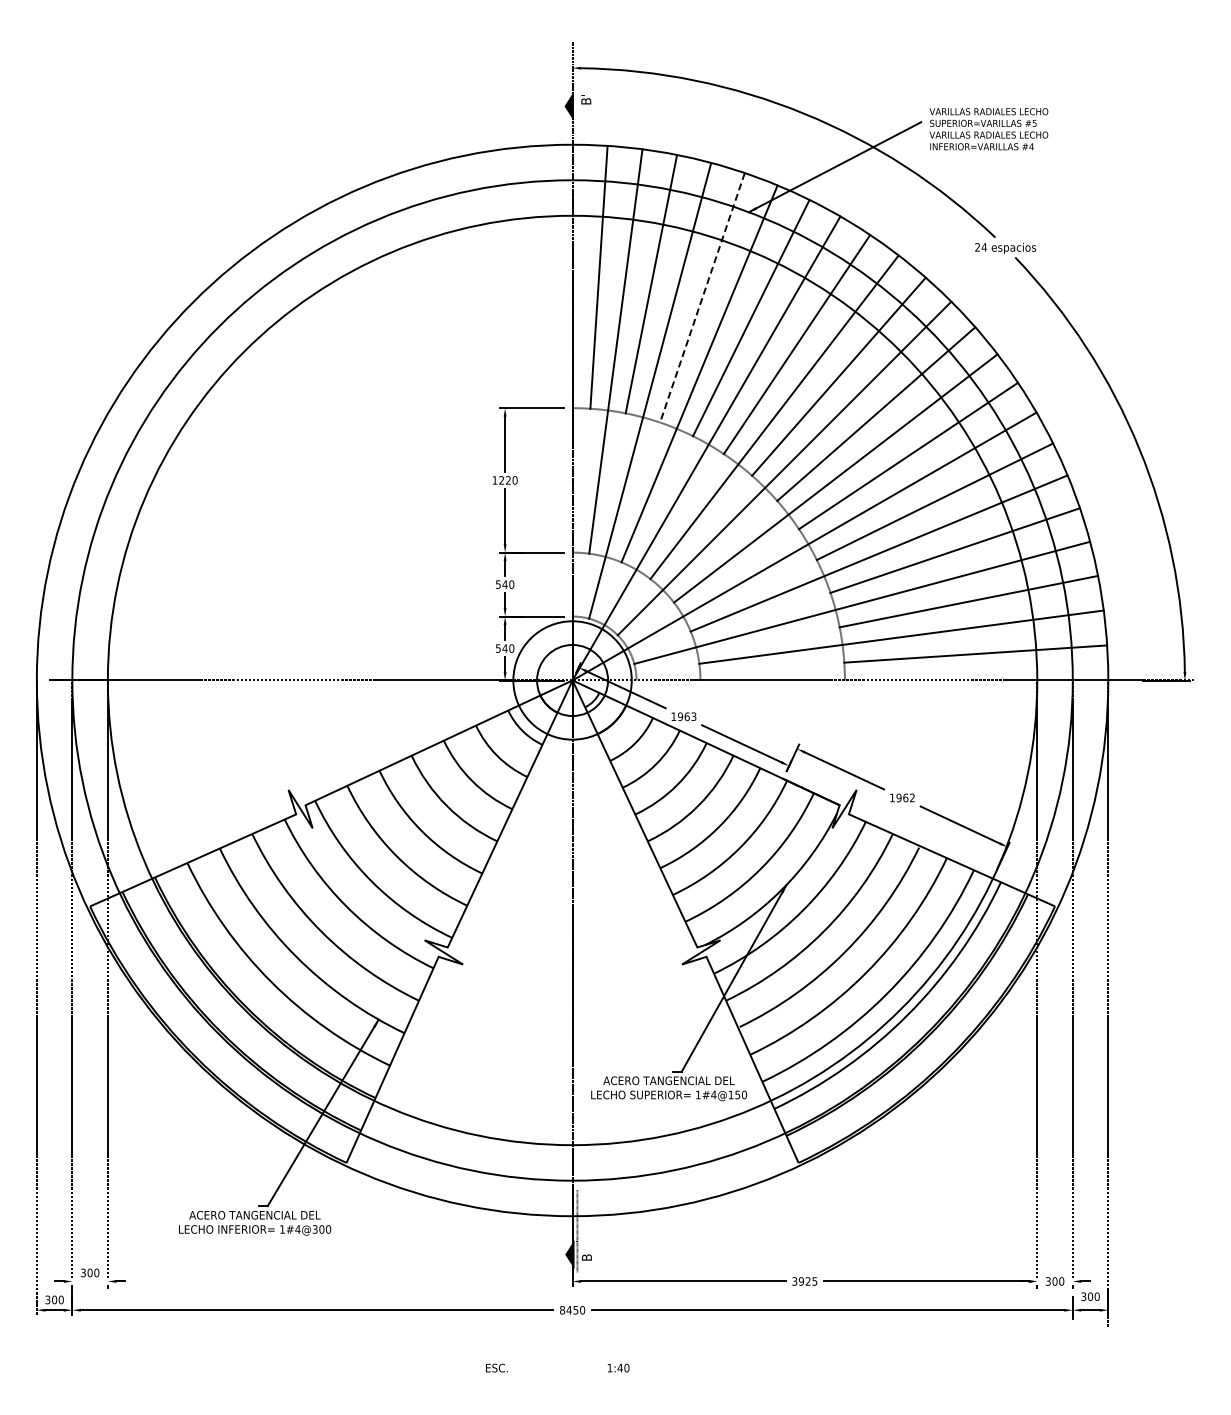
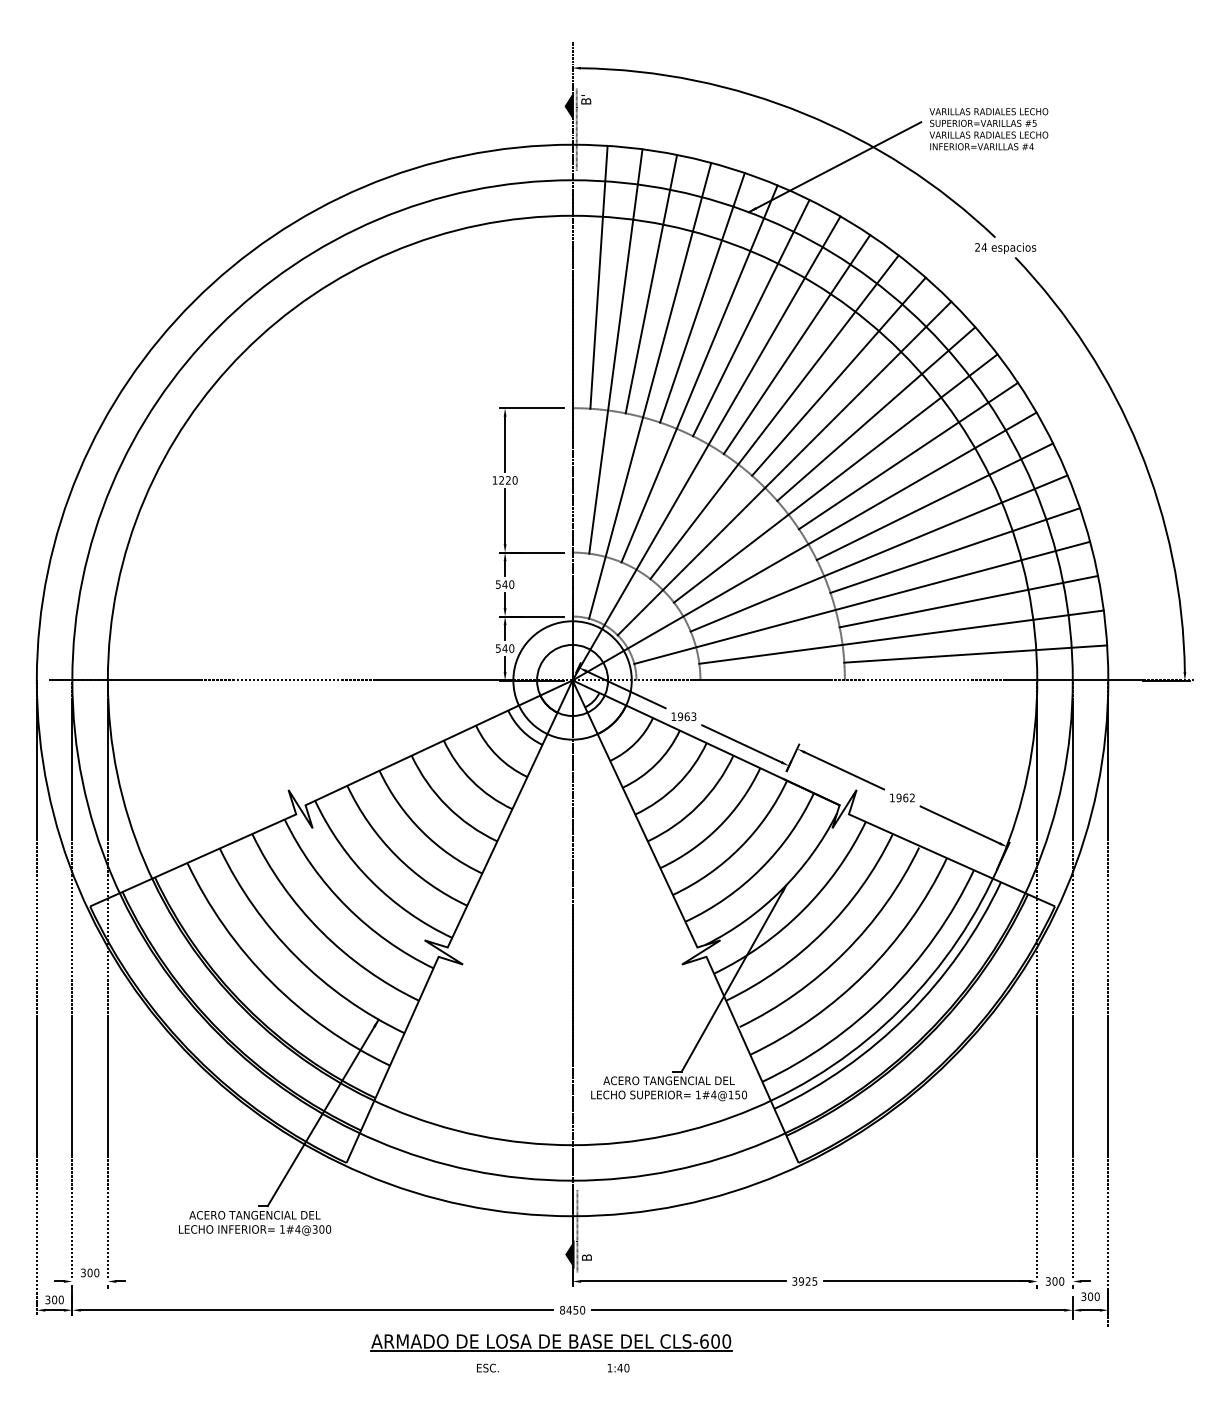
line at (576, 129): none -> present
line at (702, 297): dashed -> solid
part at (551, 1342): none -> present
text at (496, 1367) position: (496, 1367) -> (487, 1367)
